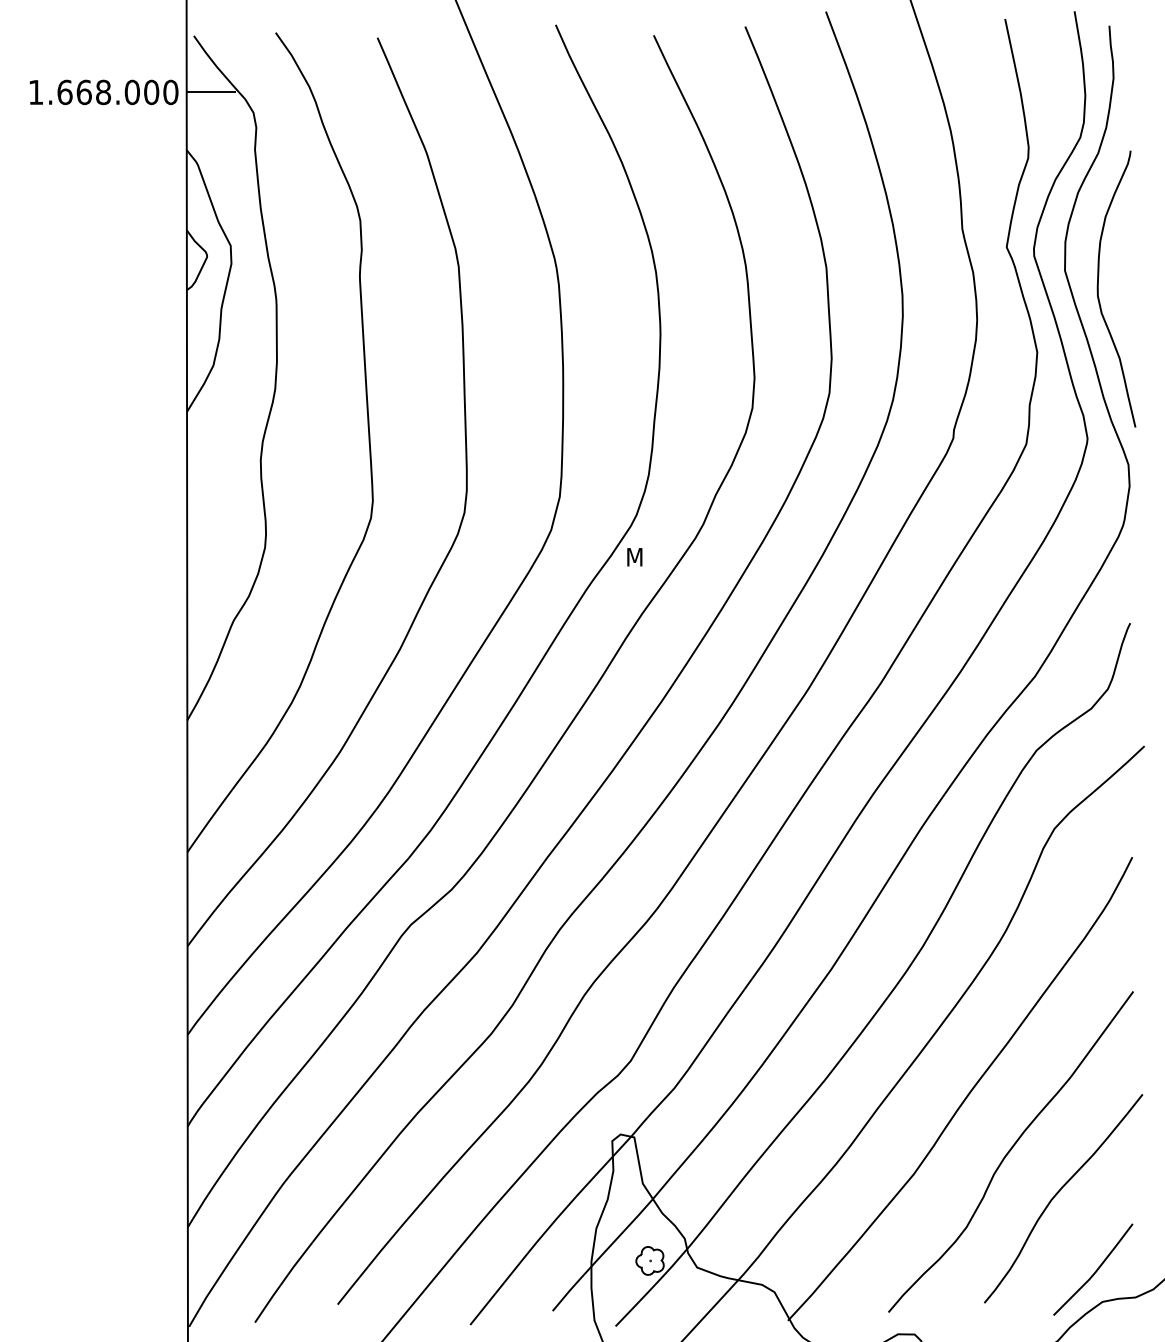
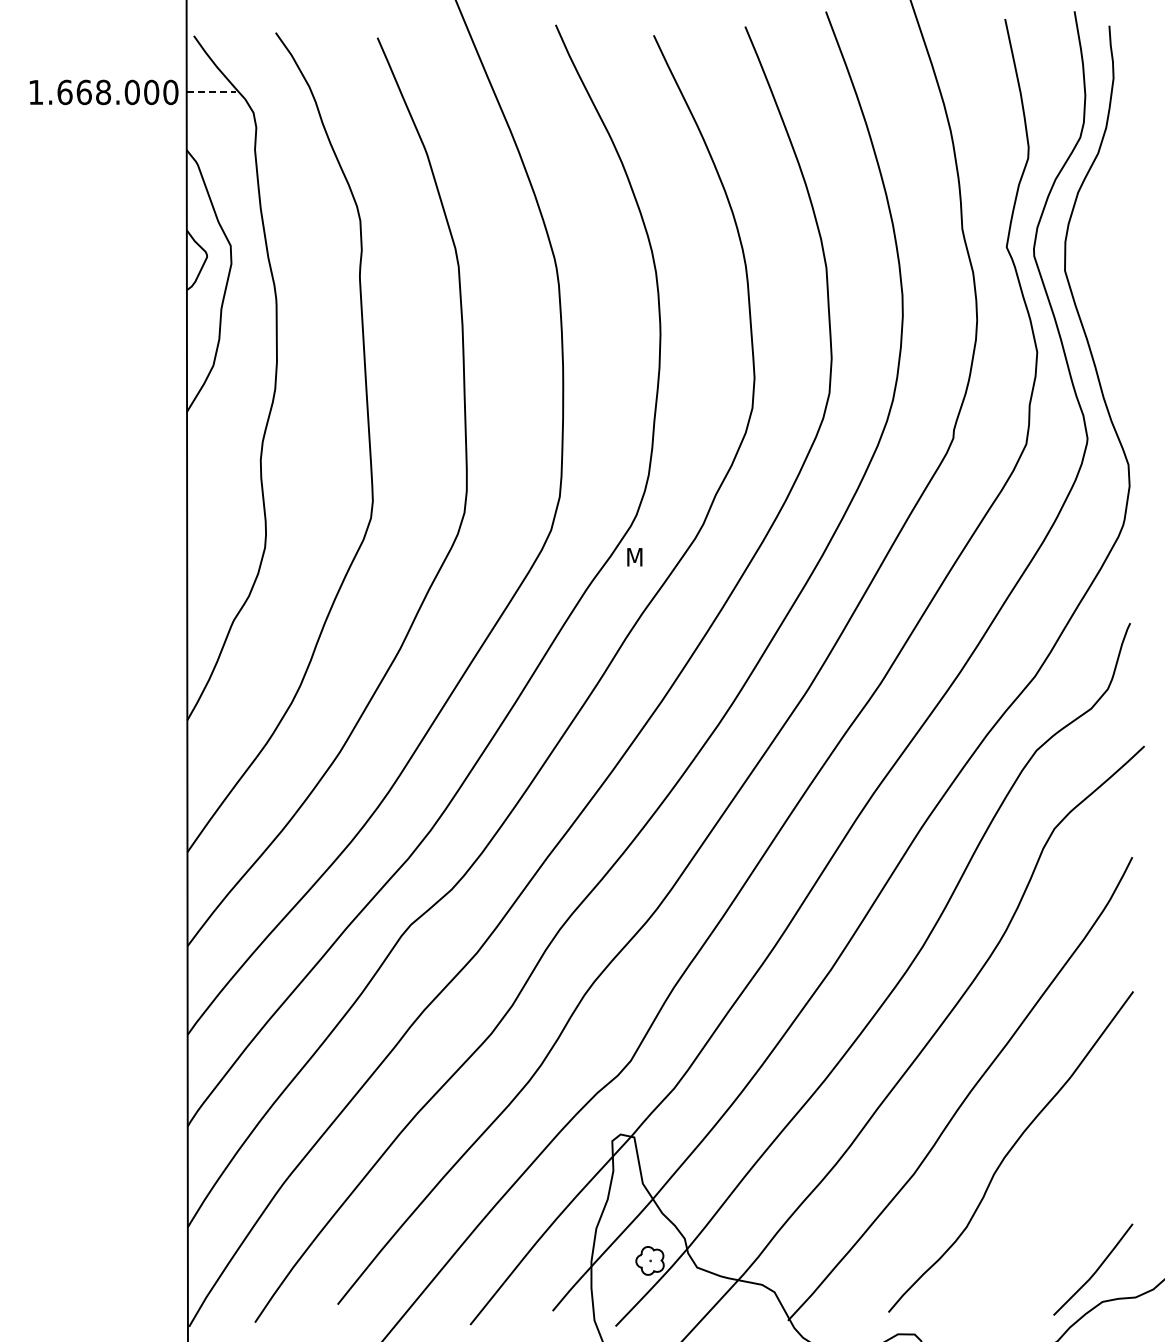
line at (211, 92): solid -> dashed
curve at (1098, 288): present -> none
curve at (1058, 1193): present -> none
